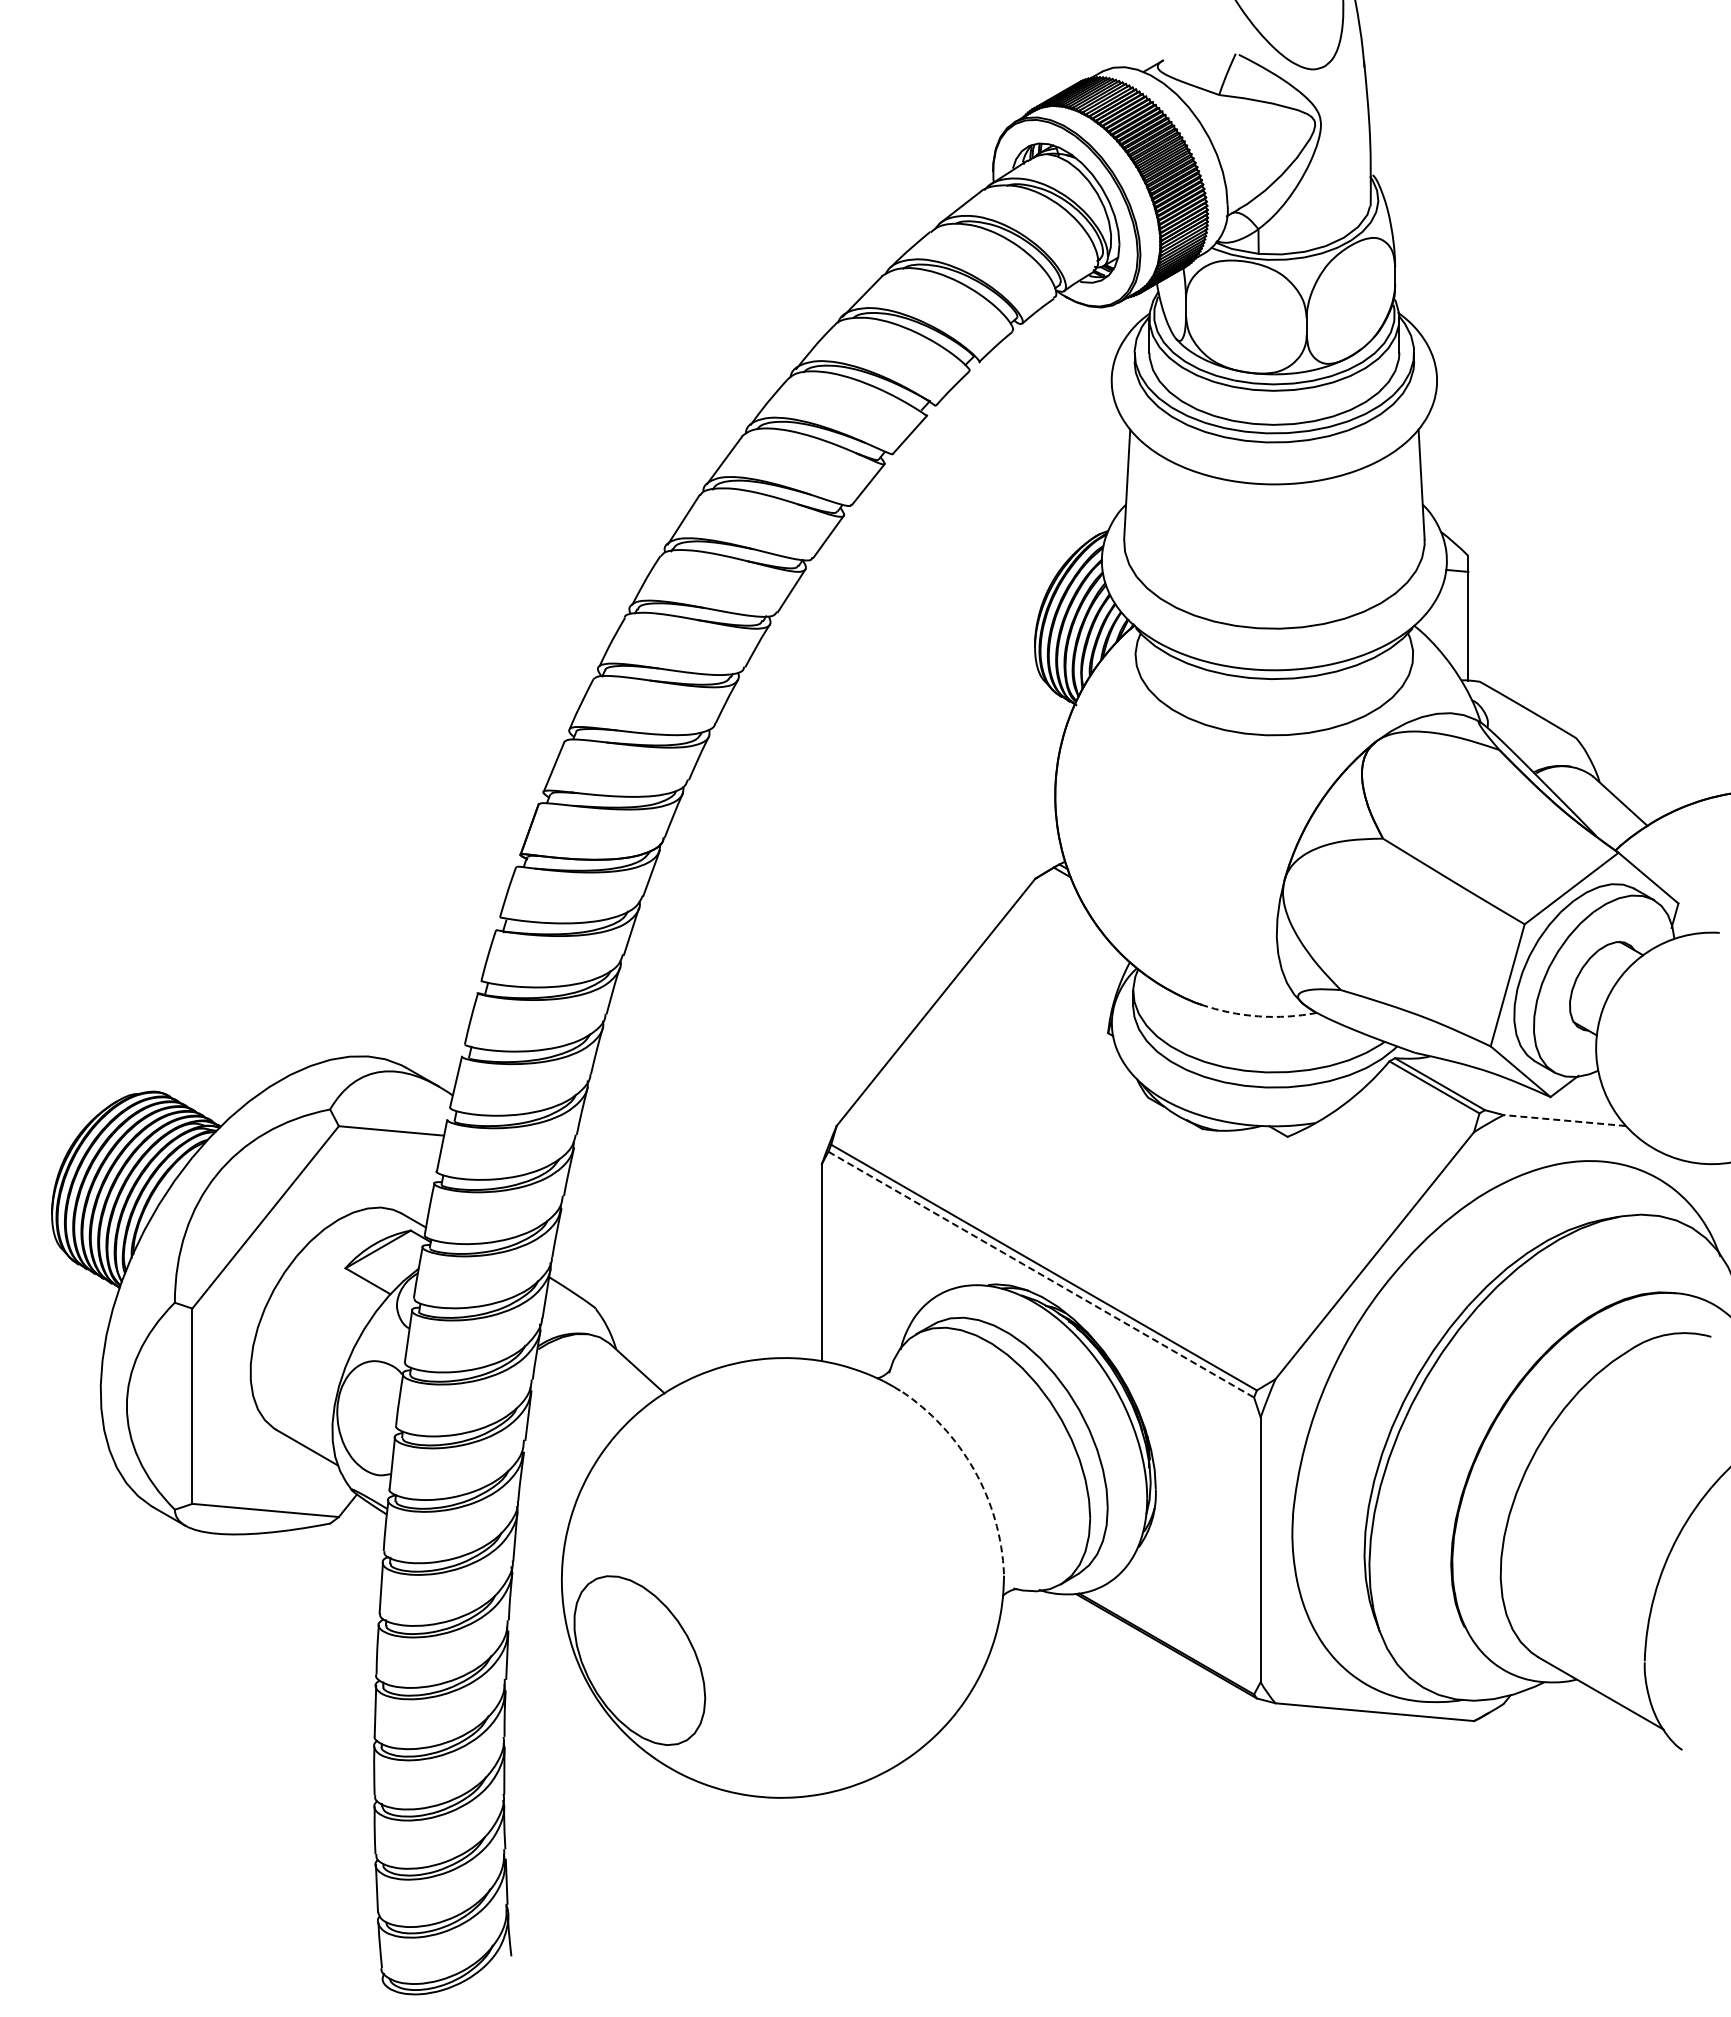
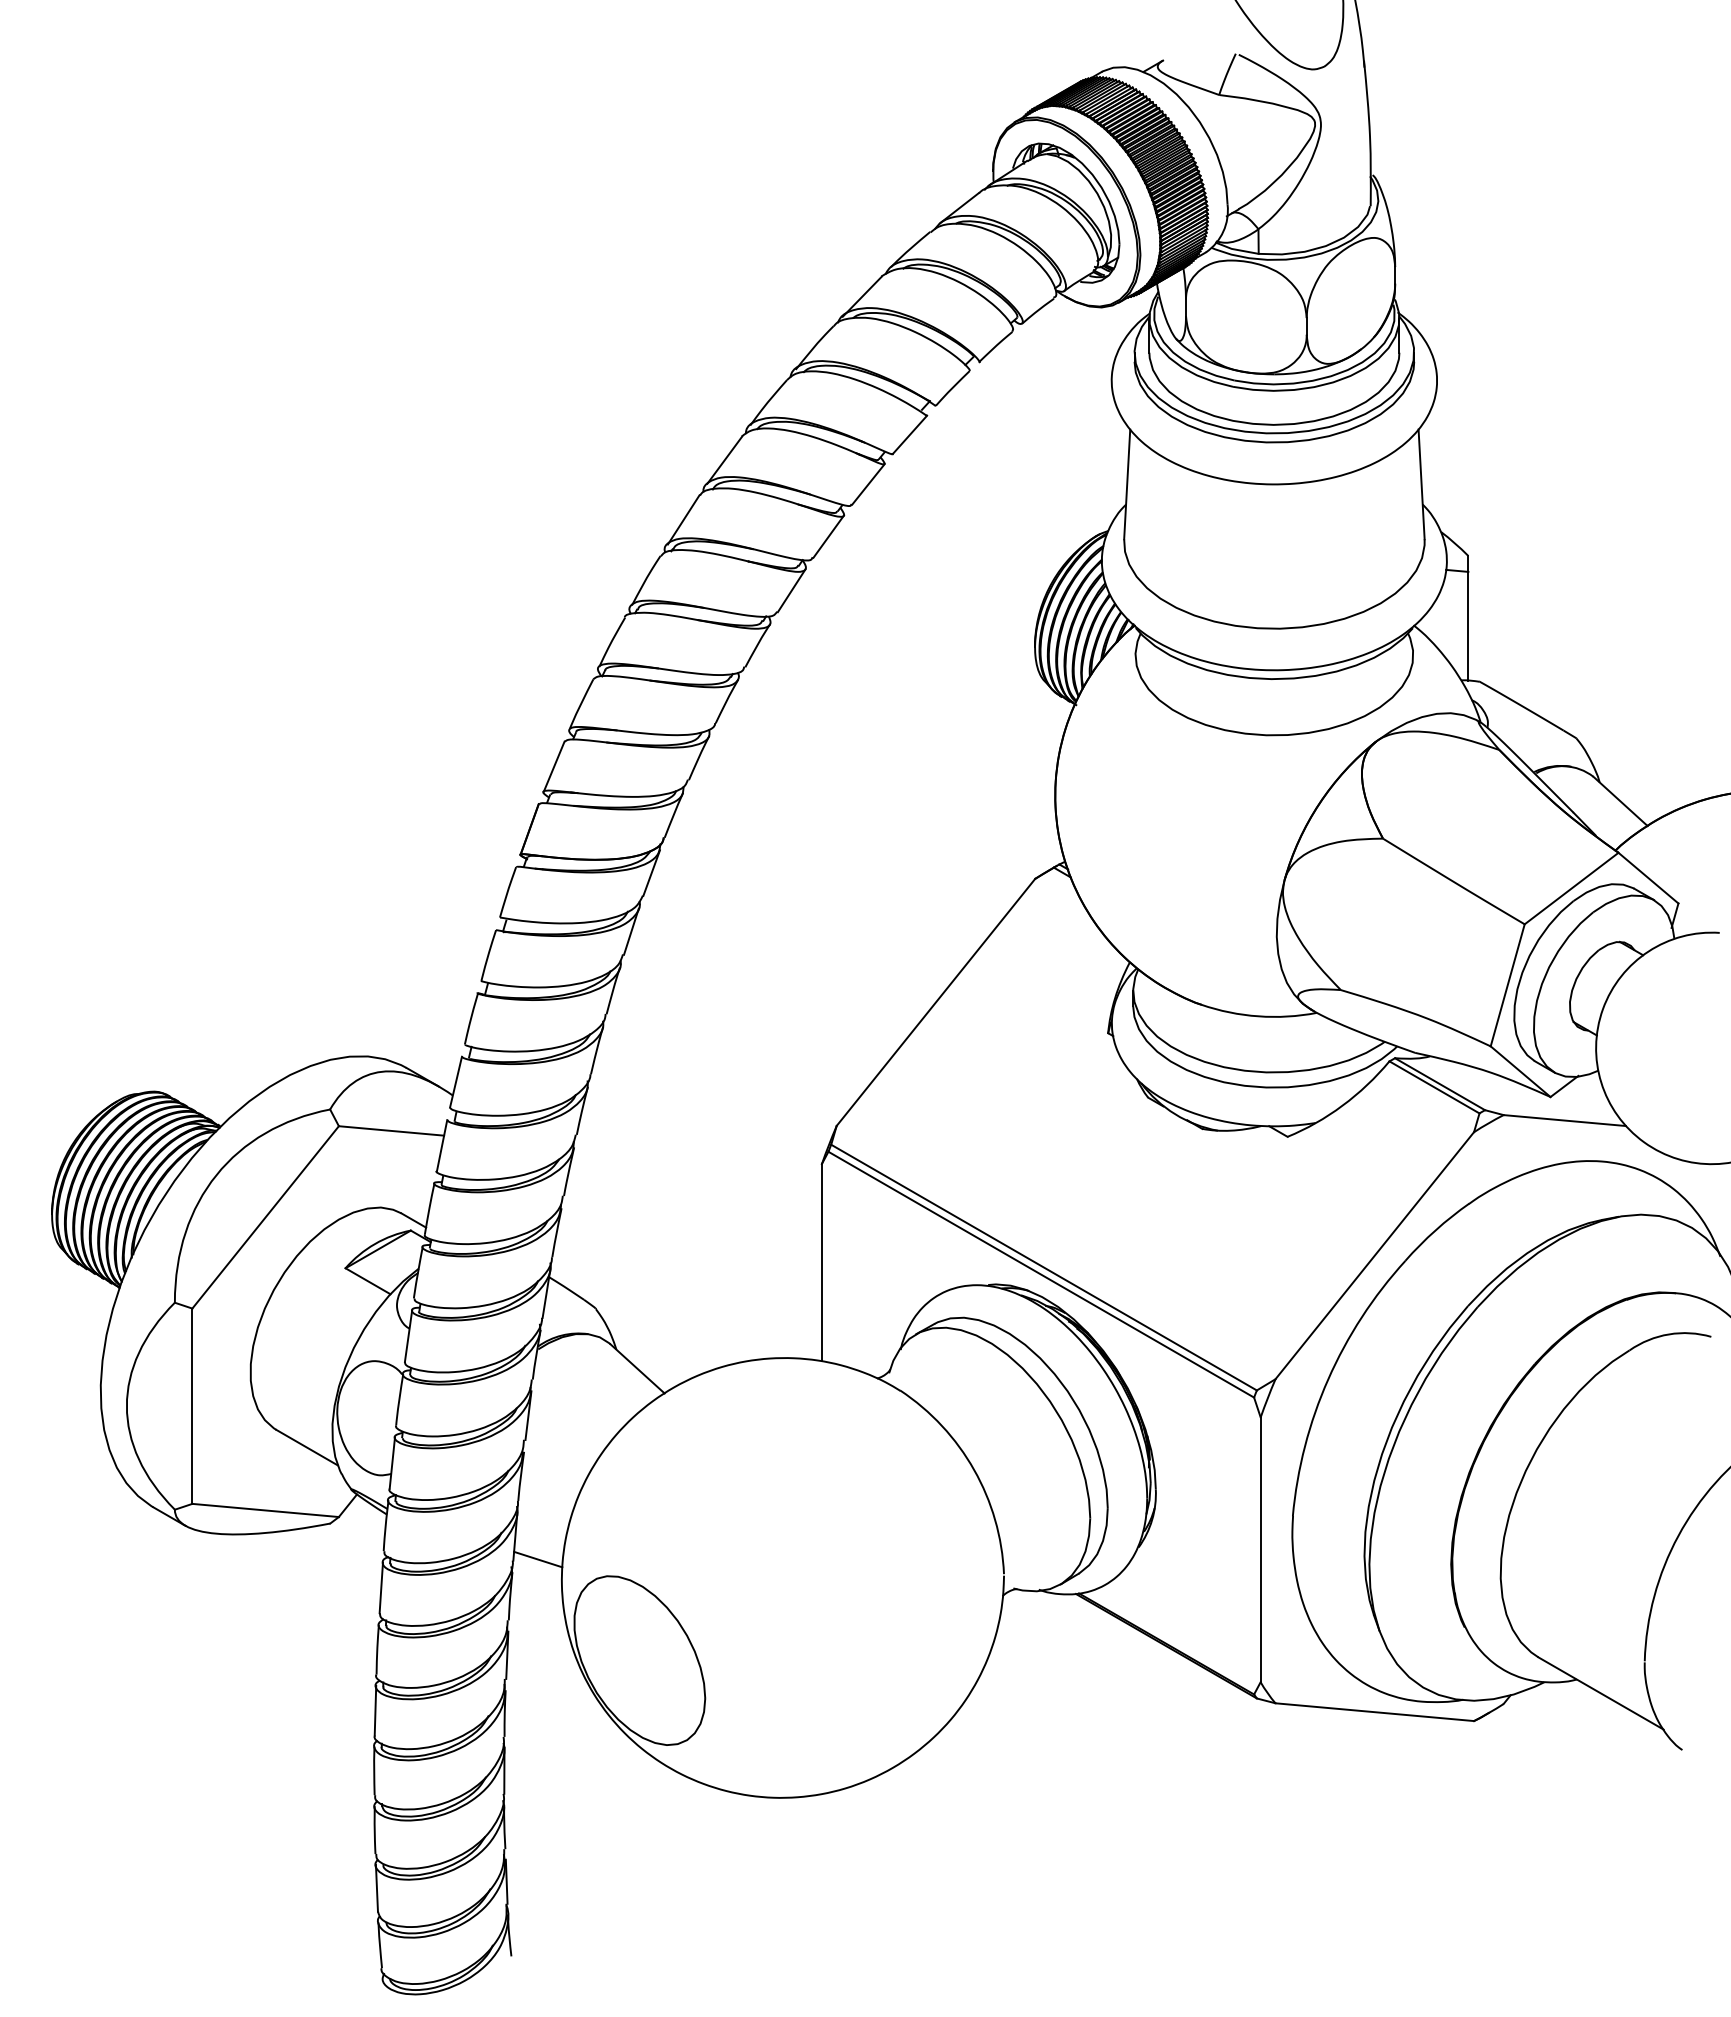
arc at (1258, 1016): dashed -> solid
line at (1564, 1120): dashed -> solid
line at (1041, 1274): dashed -> solid
arc at (974, 1469): dashed -> solid
line at (538, 1559): none -> present
